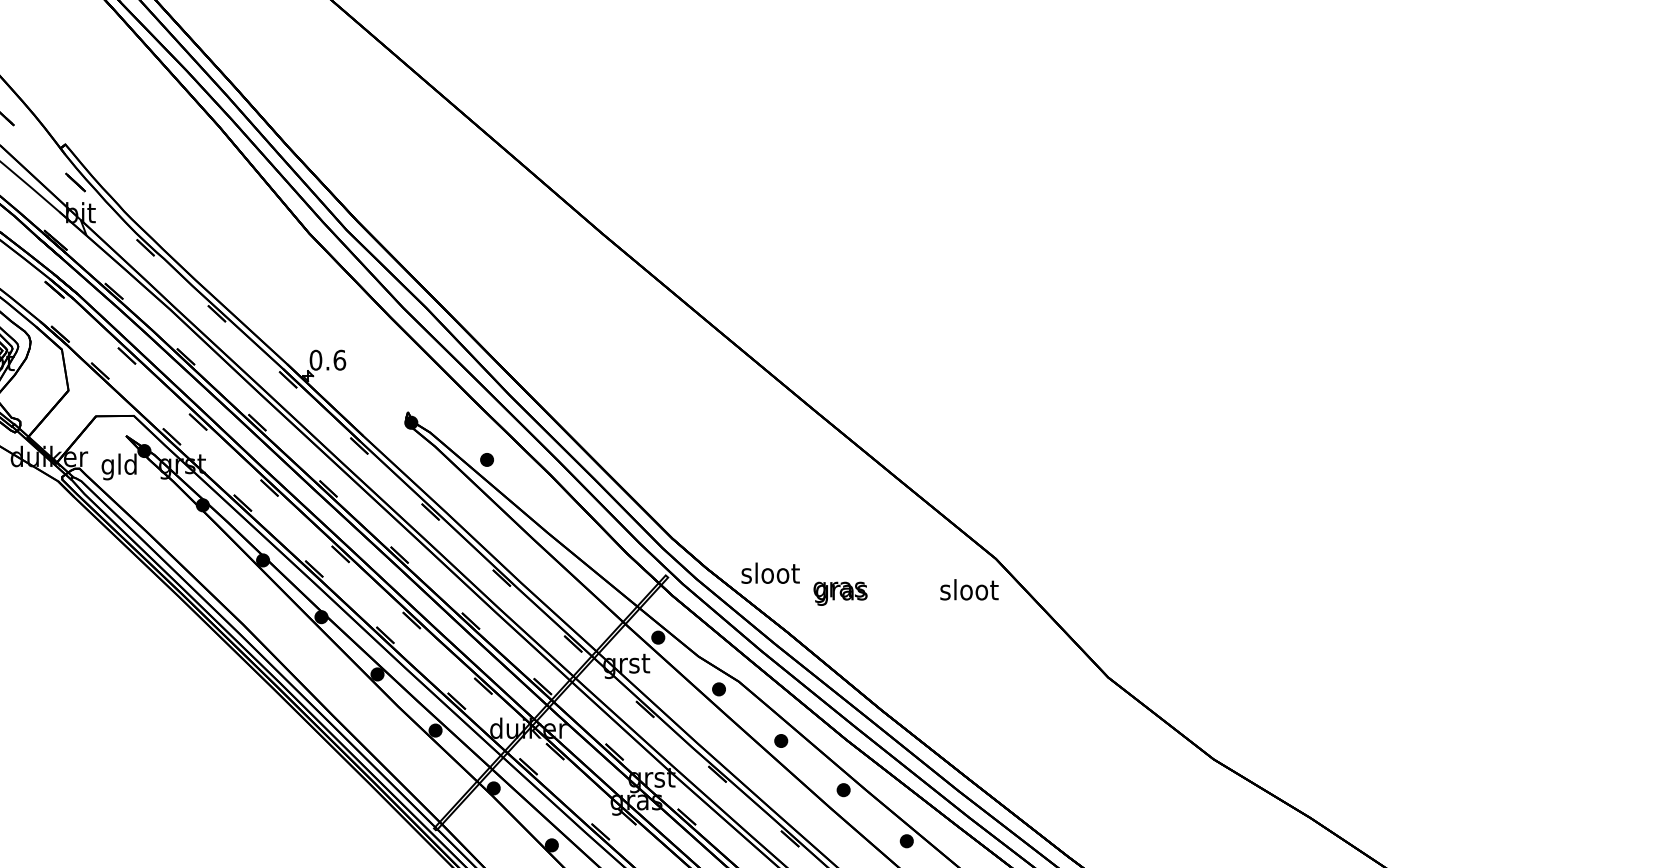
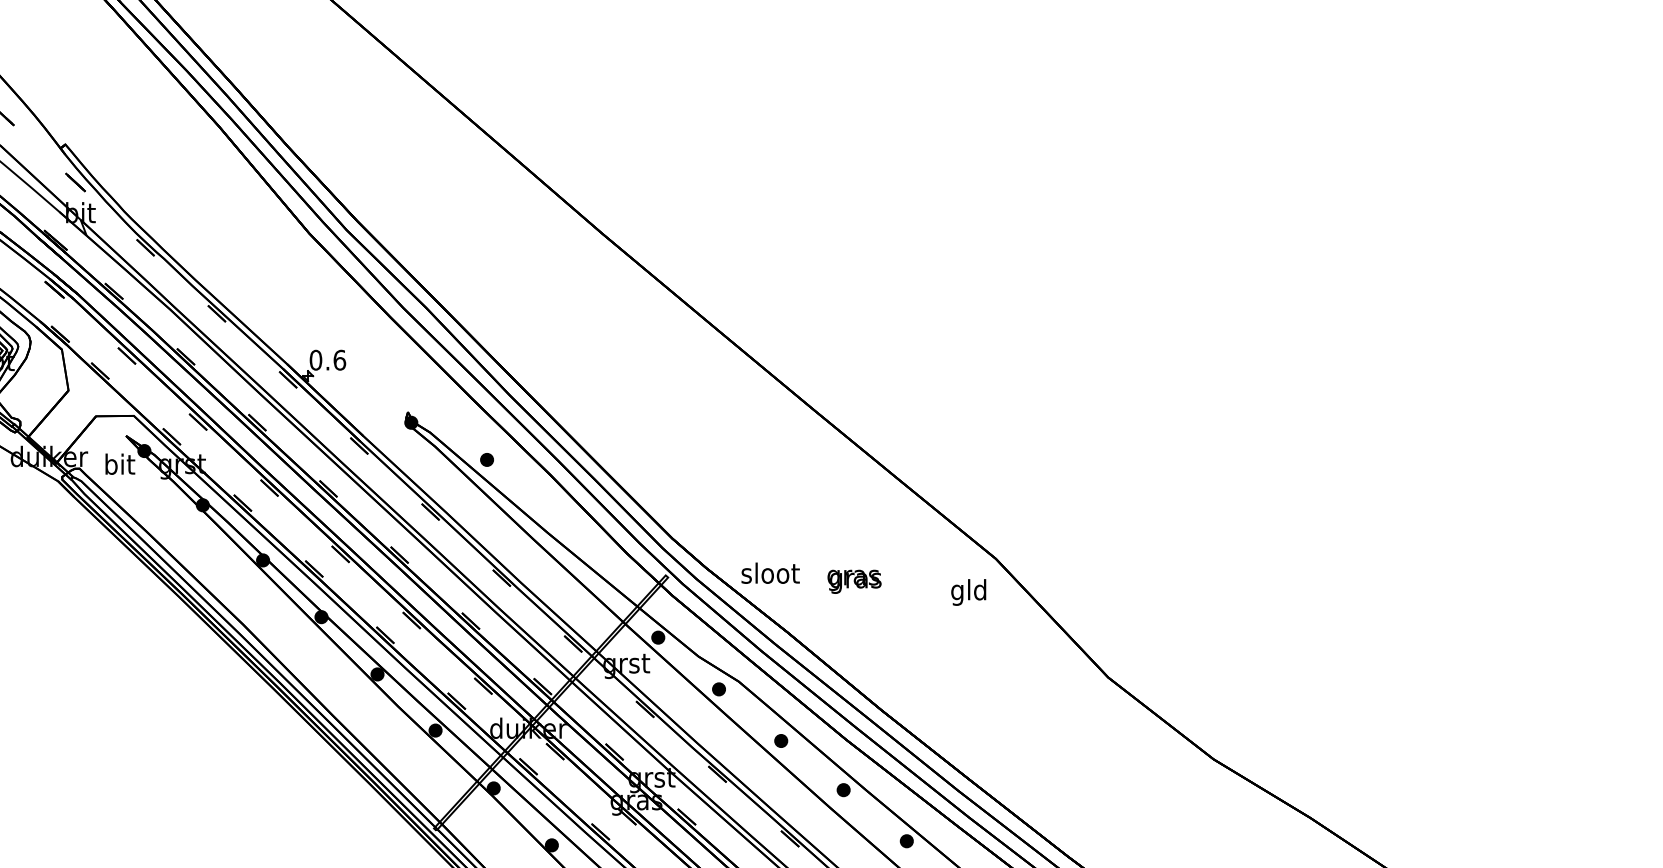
text at (118, 466): gld -> bit
text at (969, 592): sloot -> gld
text at (840, 593) position: (840, 593) -> (854, 581)
